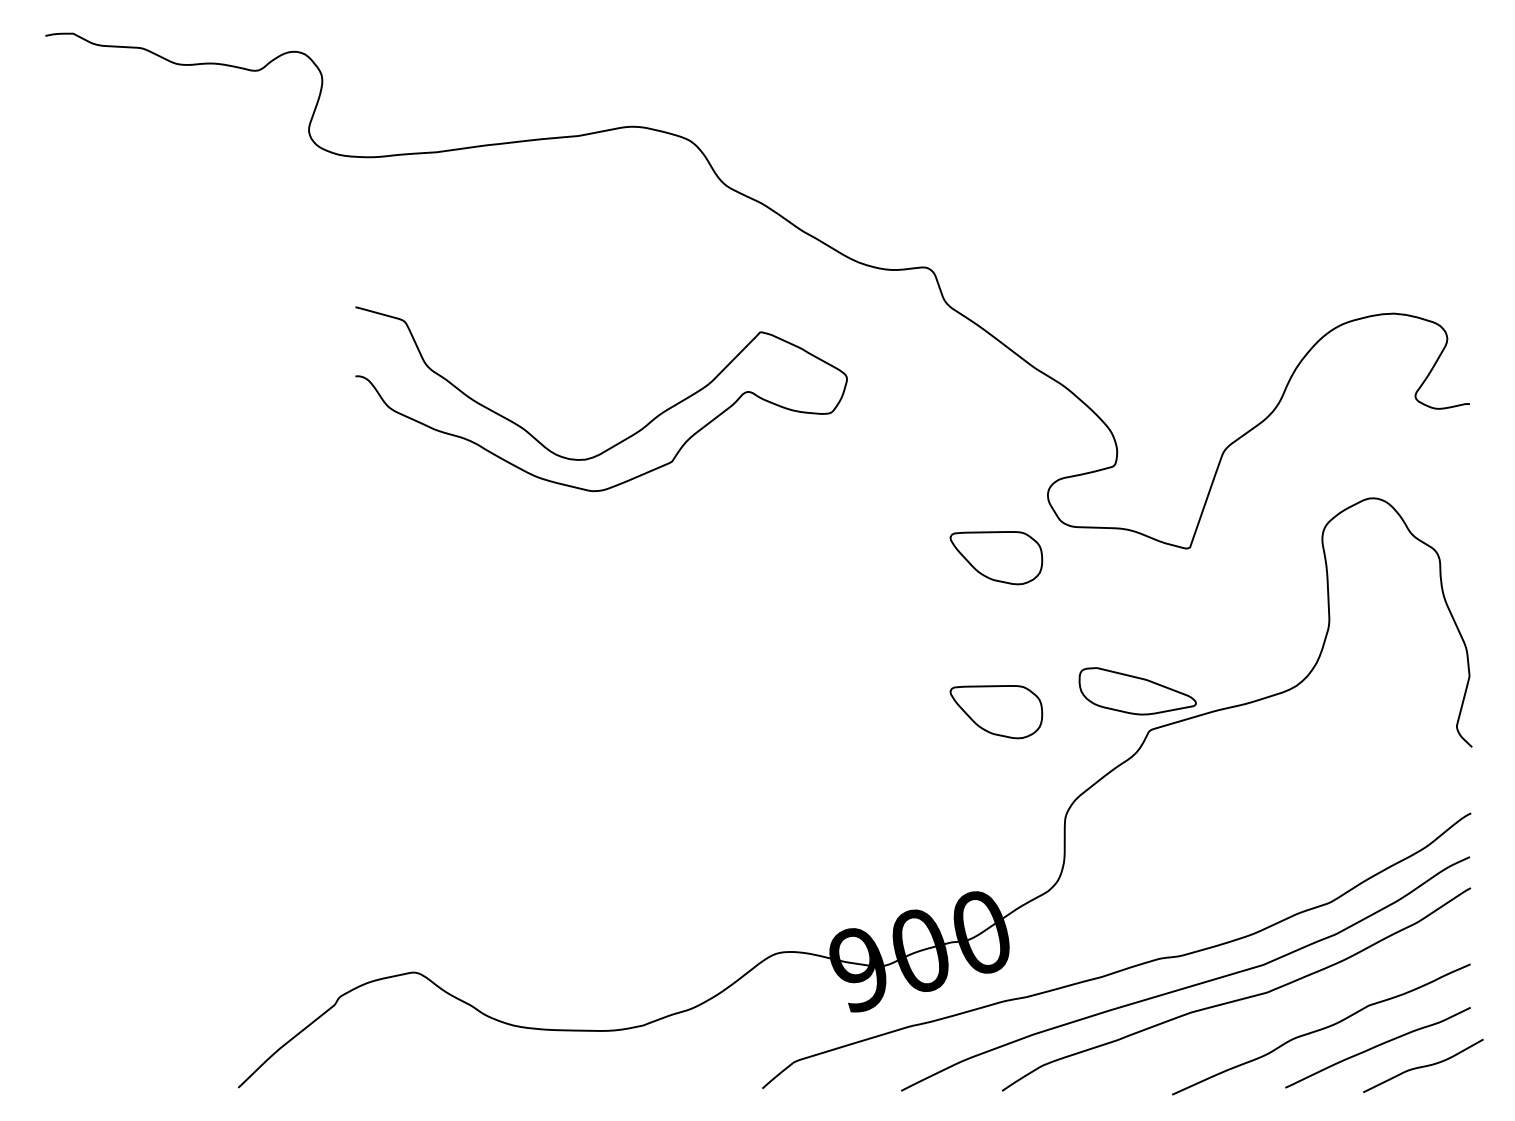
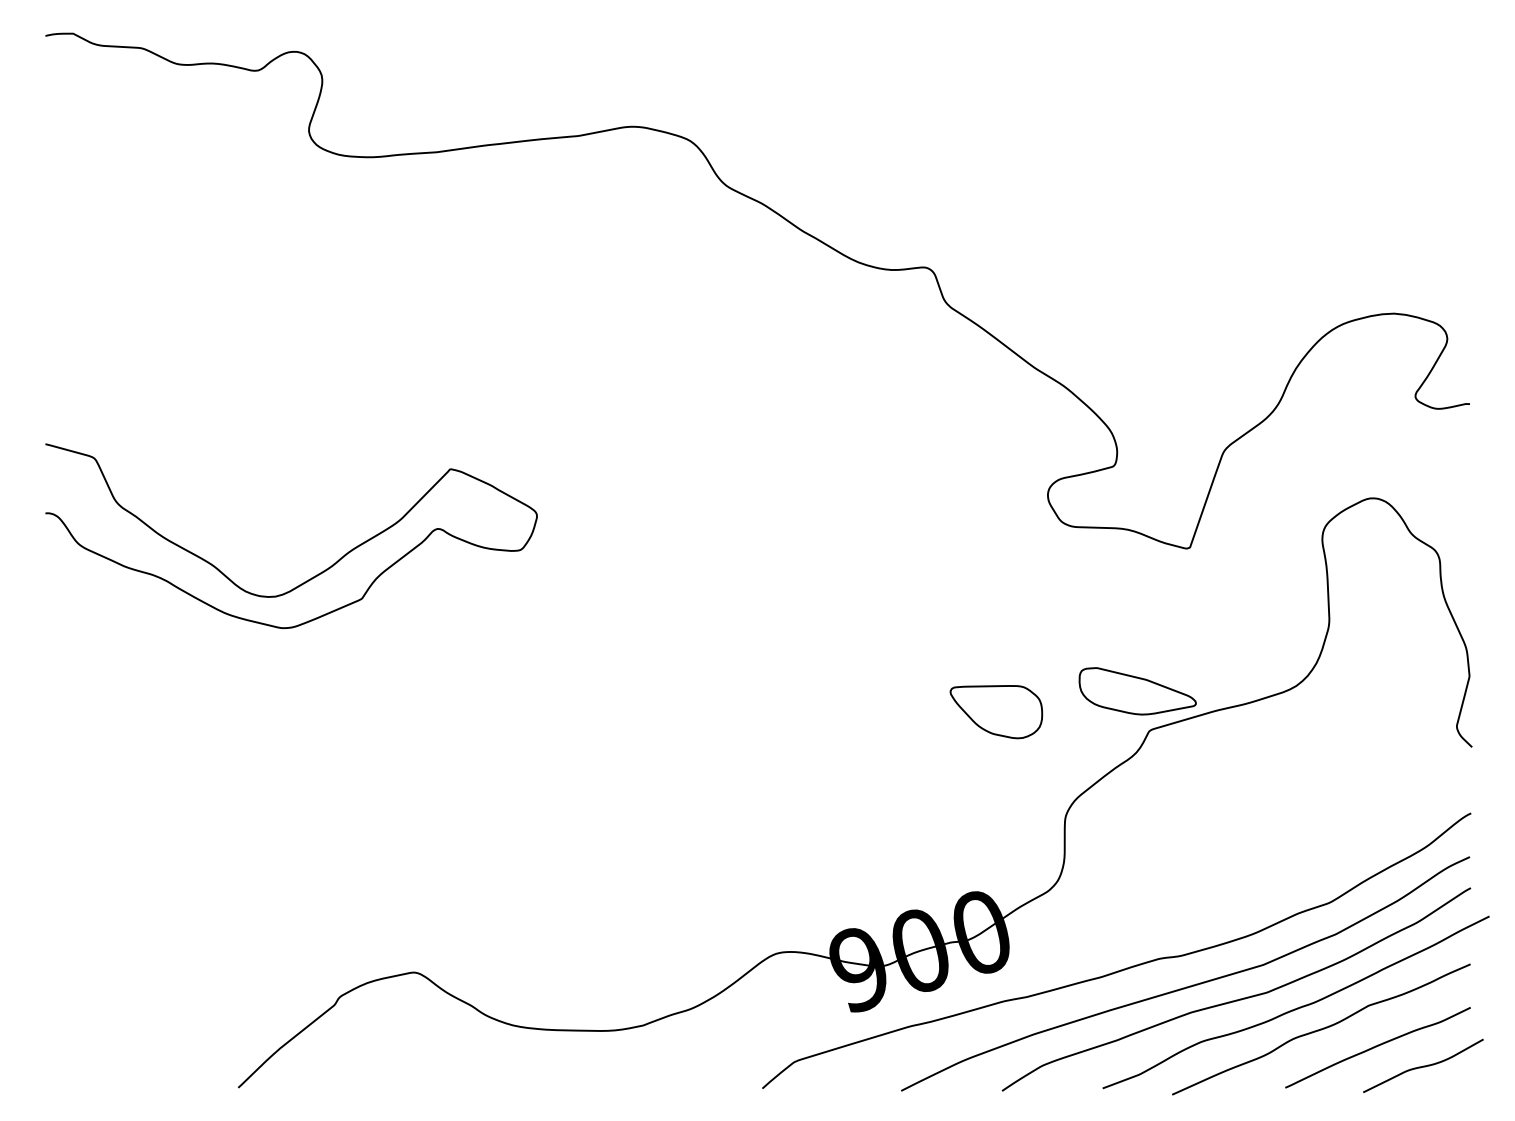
curve at (626, 437) position: (626, 437) -> (316, 574)
part at (996, 558): present -> none
curve at (1297, 1007): none -> present
